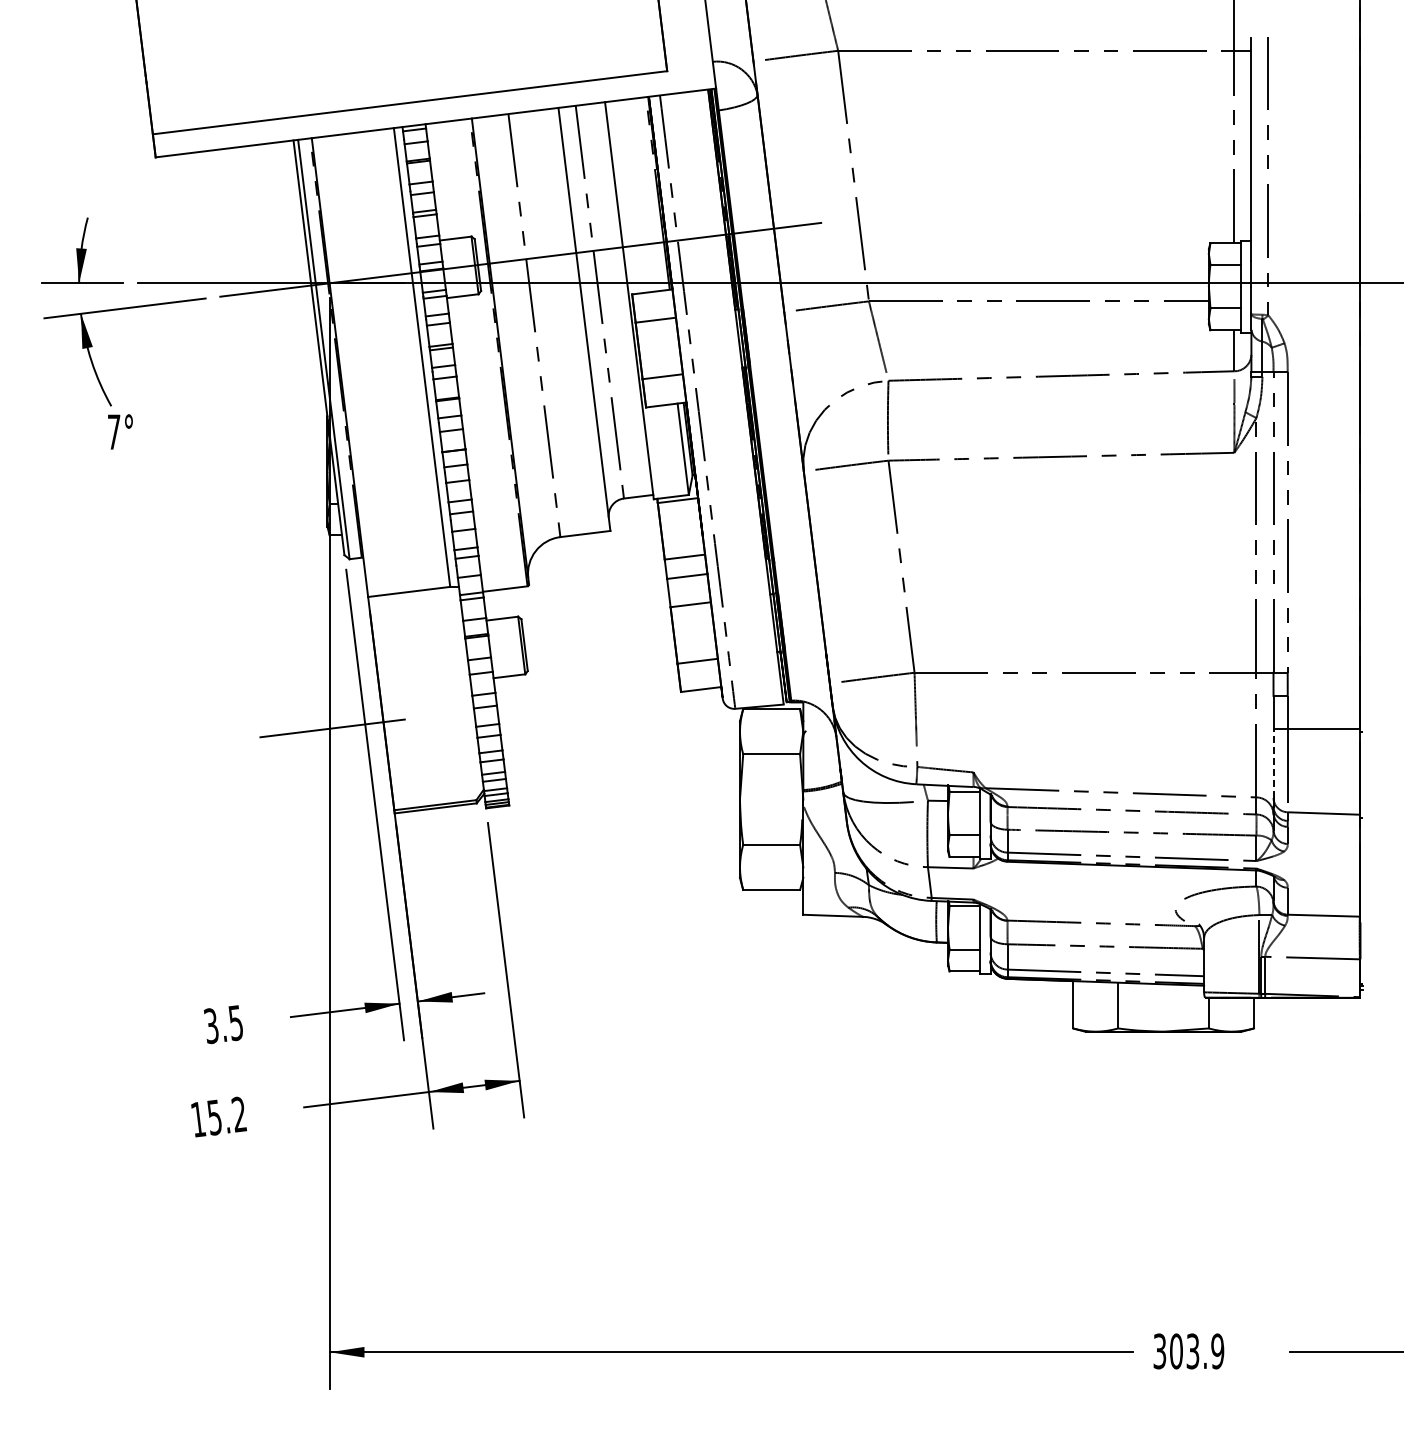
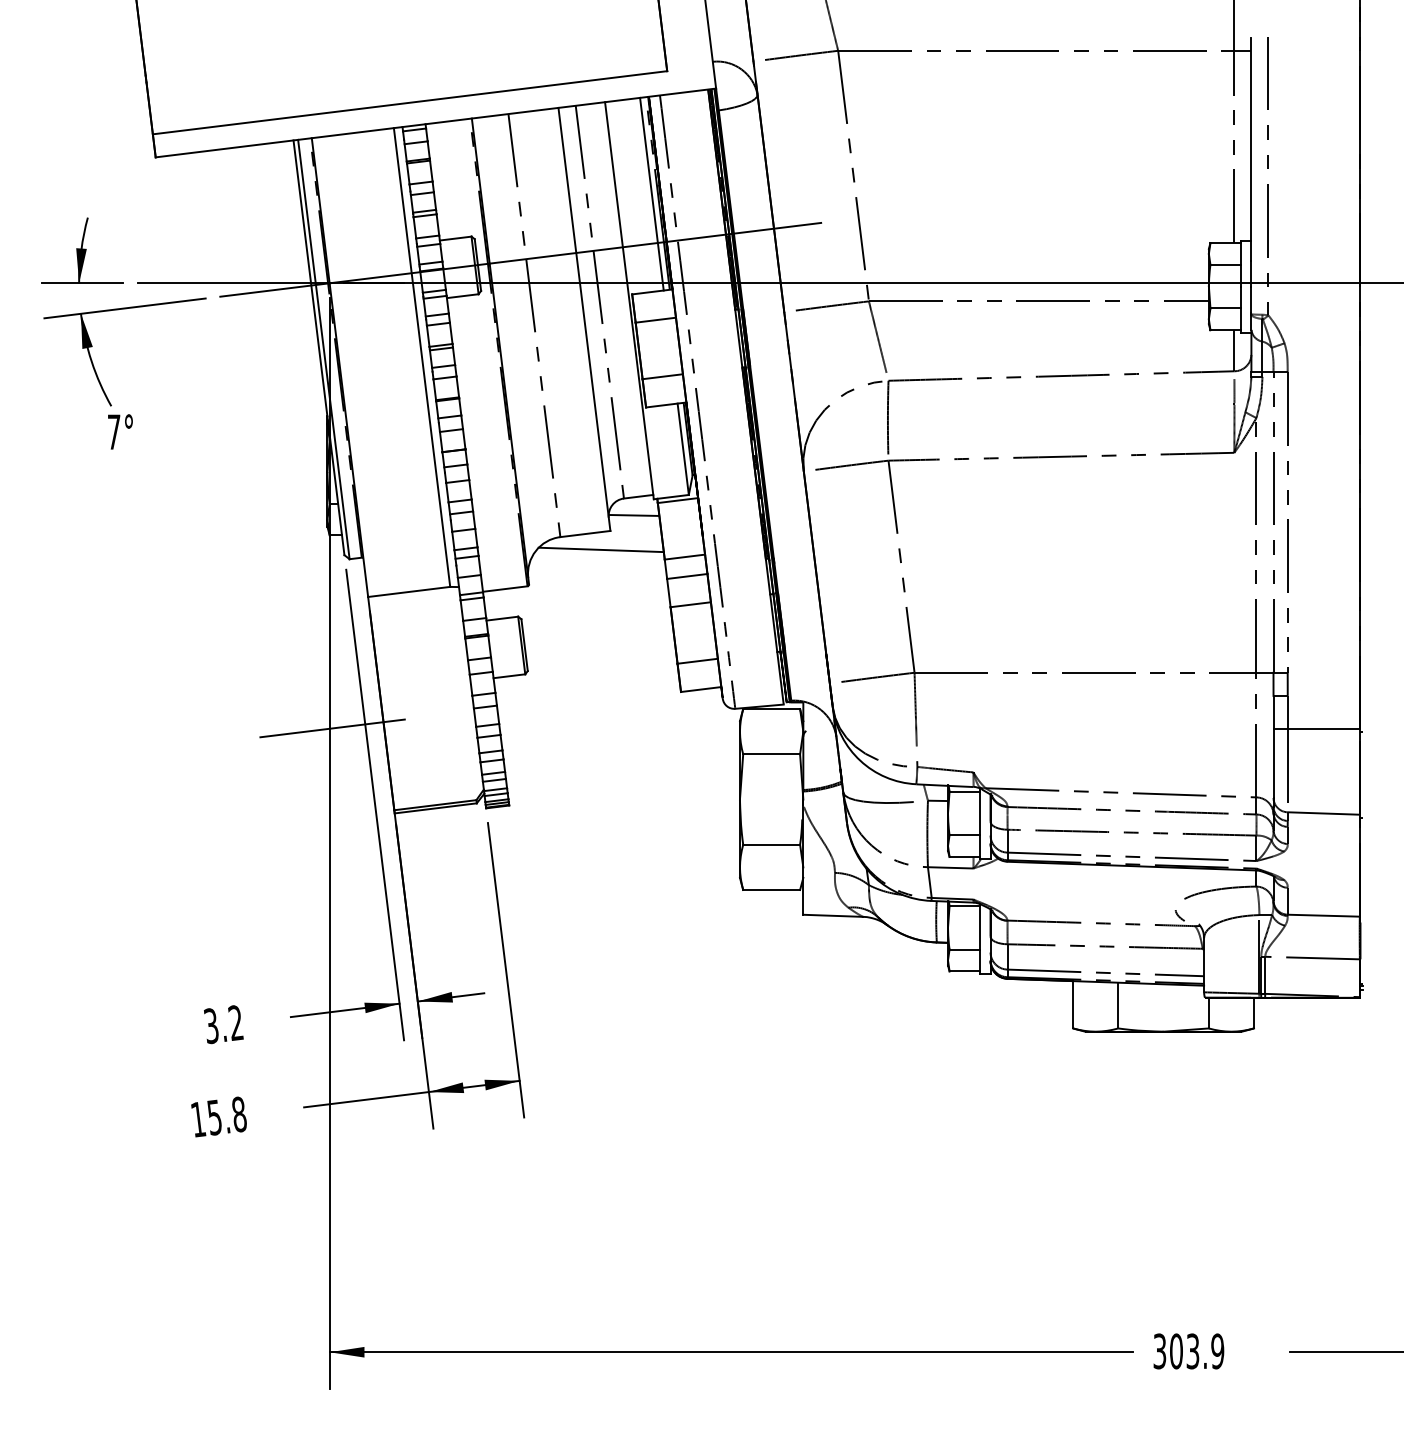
line at (651, 193): none -> present
line at (633, 514): none -> present
line at (600, 549): none -> present
line at (1273, 763): dashed -> solid
text at (235, 1023): 3.5 -> 3.2
text at (239, 1114): 15.2 -> 15.8
